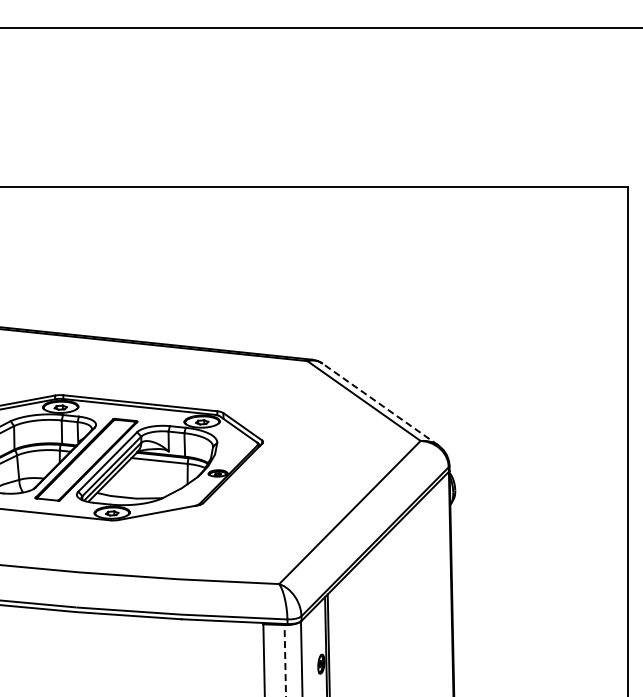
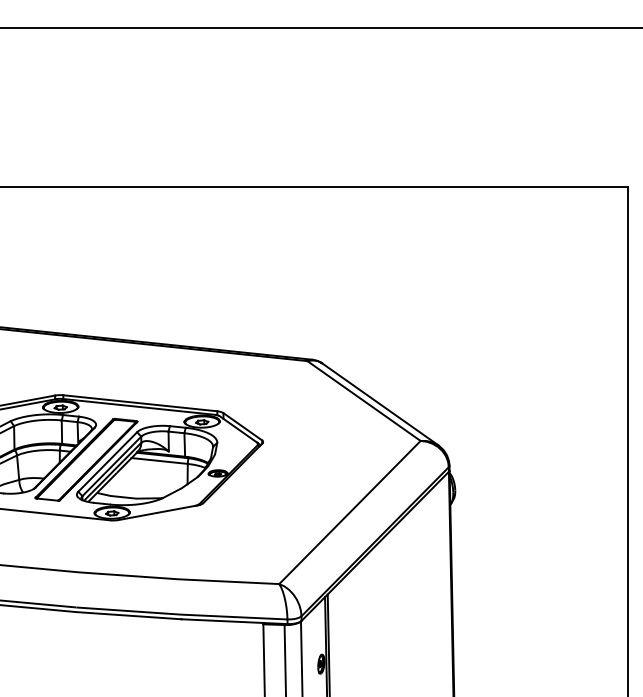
line at (379, 404): dashed -> solid
line at (285, 661): dashed -> solid
